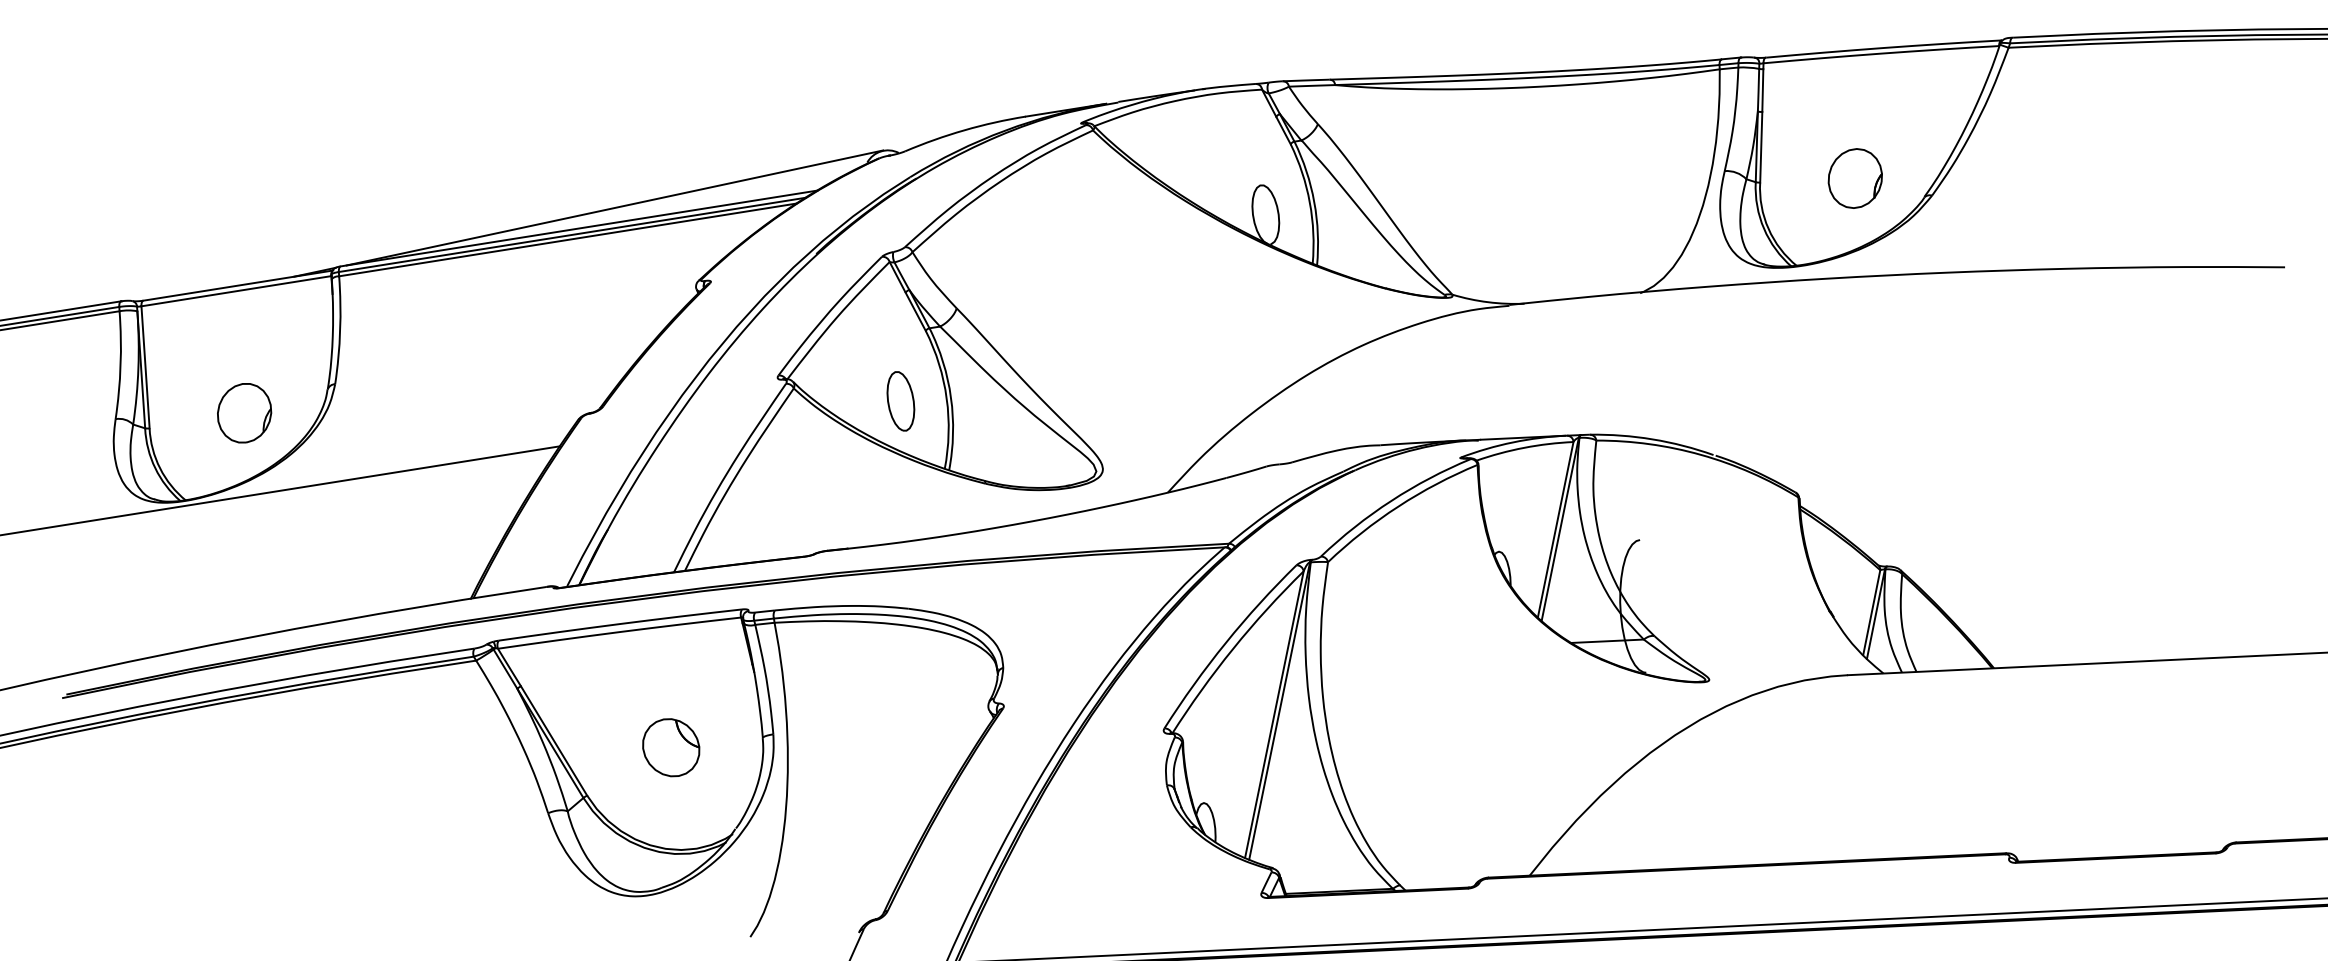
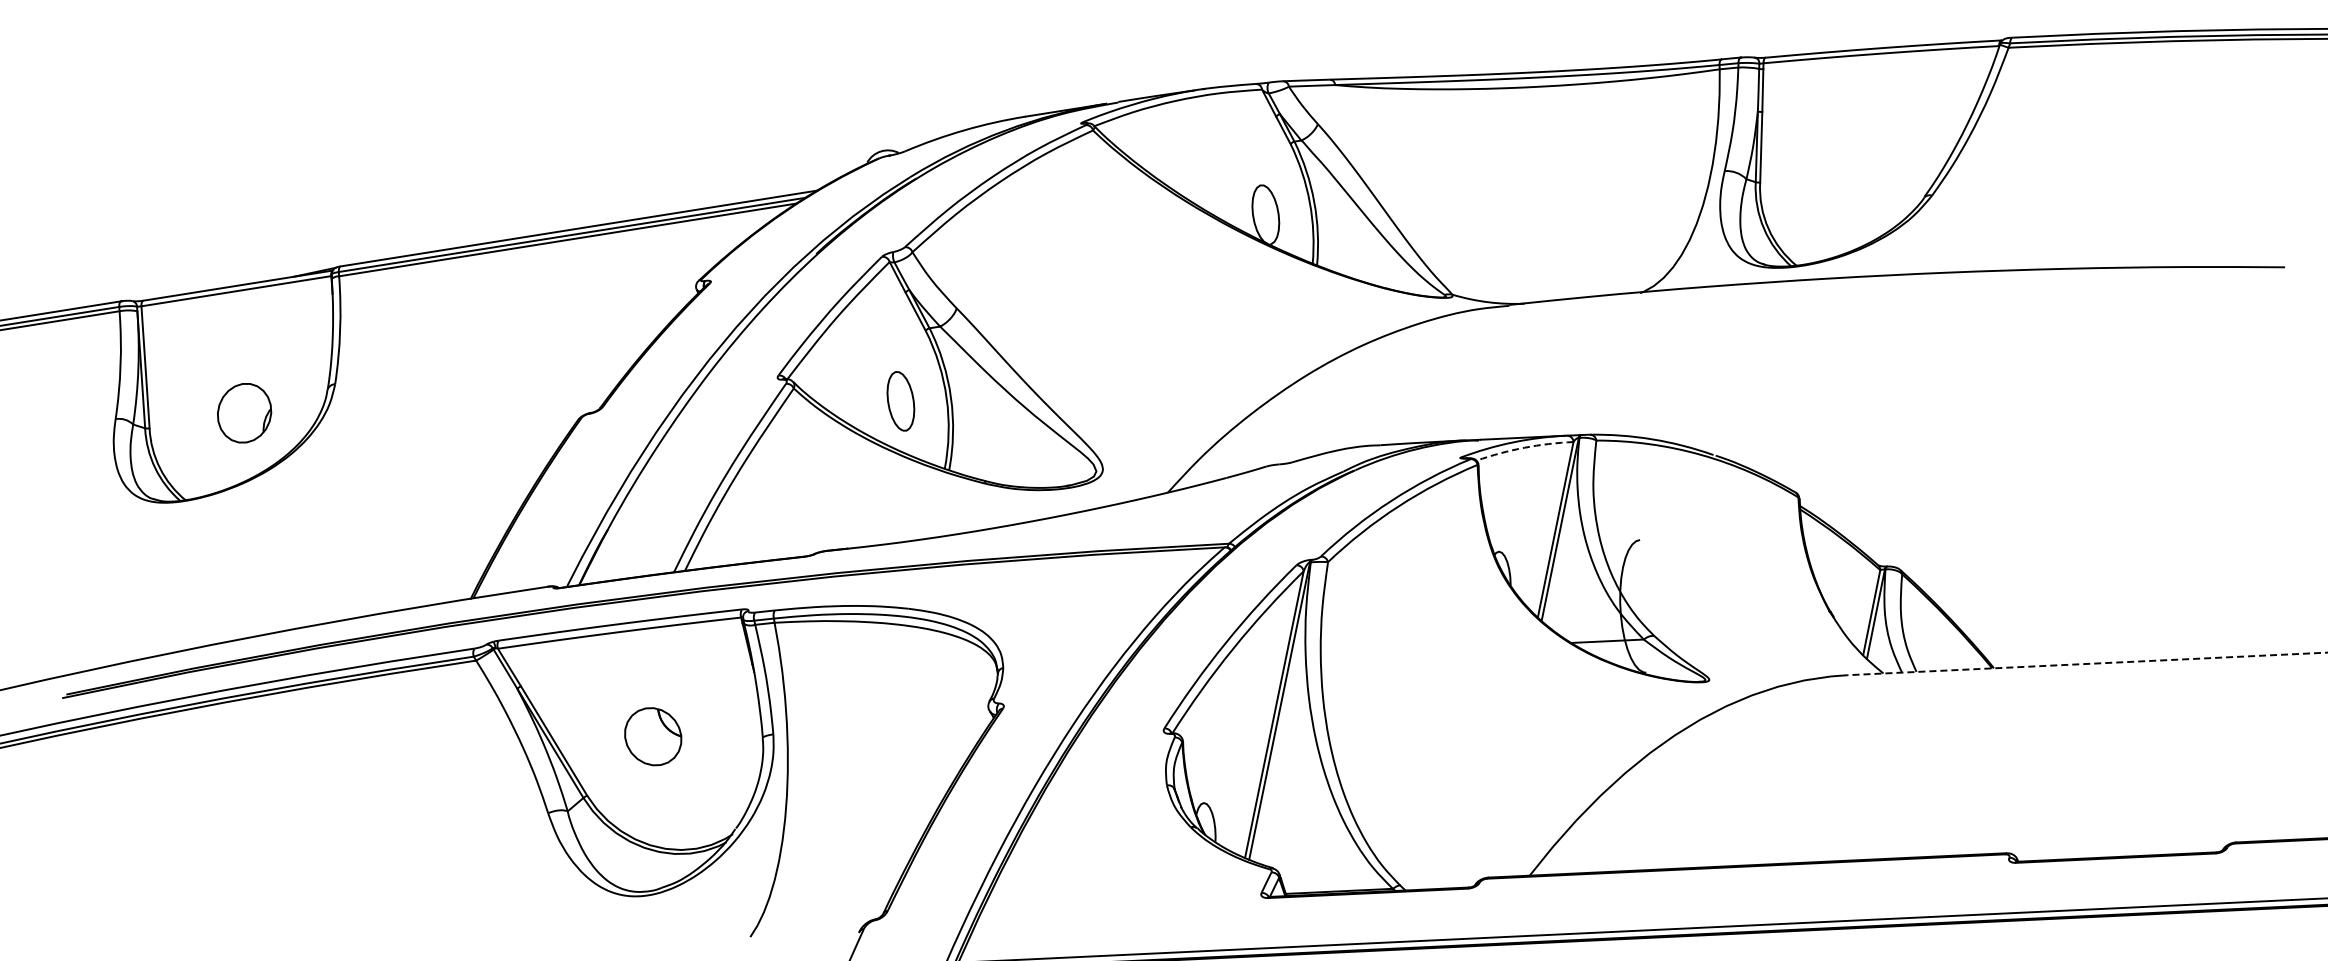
part at (1854, 178): present -> none
line at (614, 207): present -> none
arc at (1524, 447): solid -> dashed
line at (280, 490): present -> none
line at (2087, 663): solid -> dashed
part at (671, 747) position: (671, 747) -> (653, 736)
